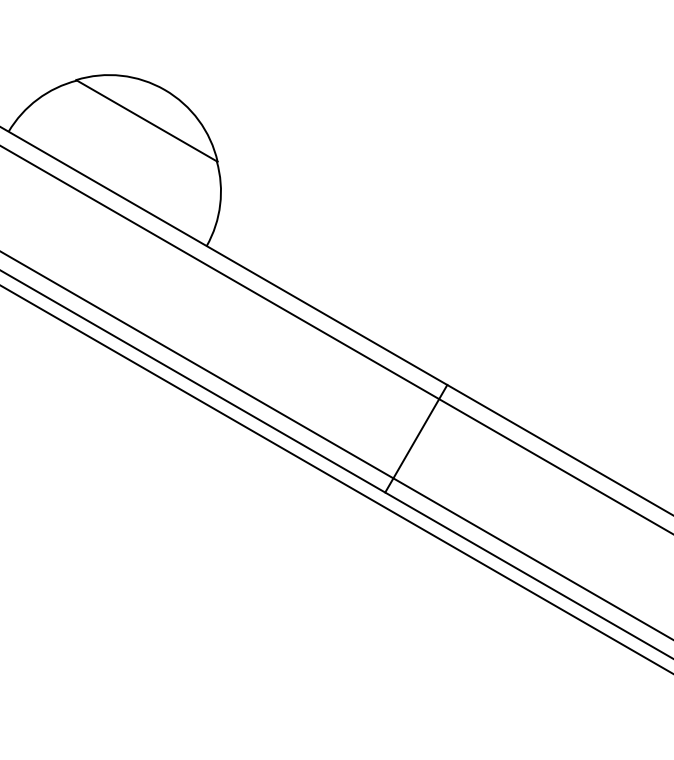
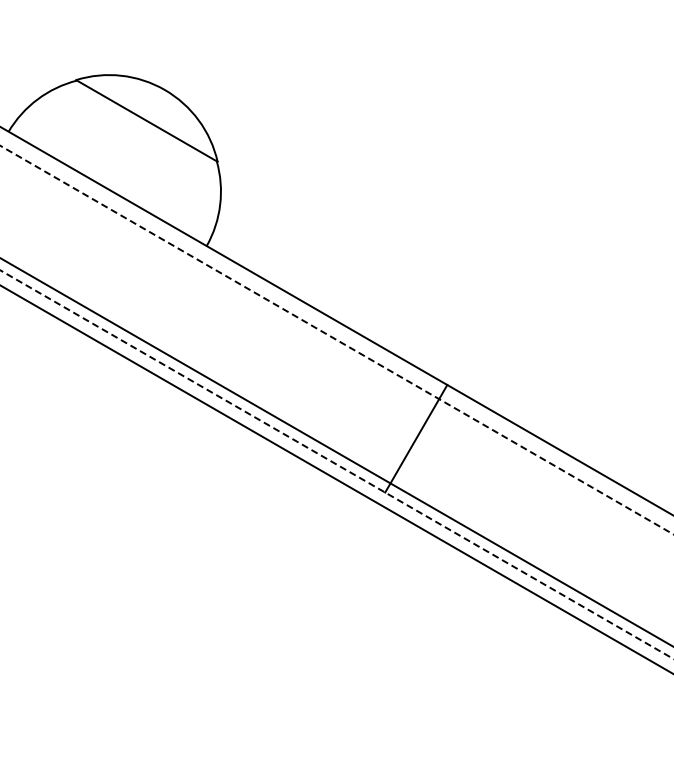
line at (337, 340): solid -> dashed
line at (336, 445) position: (336, 445) -> (336, 452)
line at (336, 464): solid -> dashed
